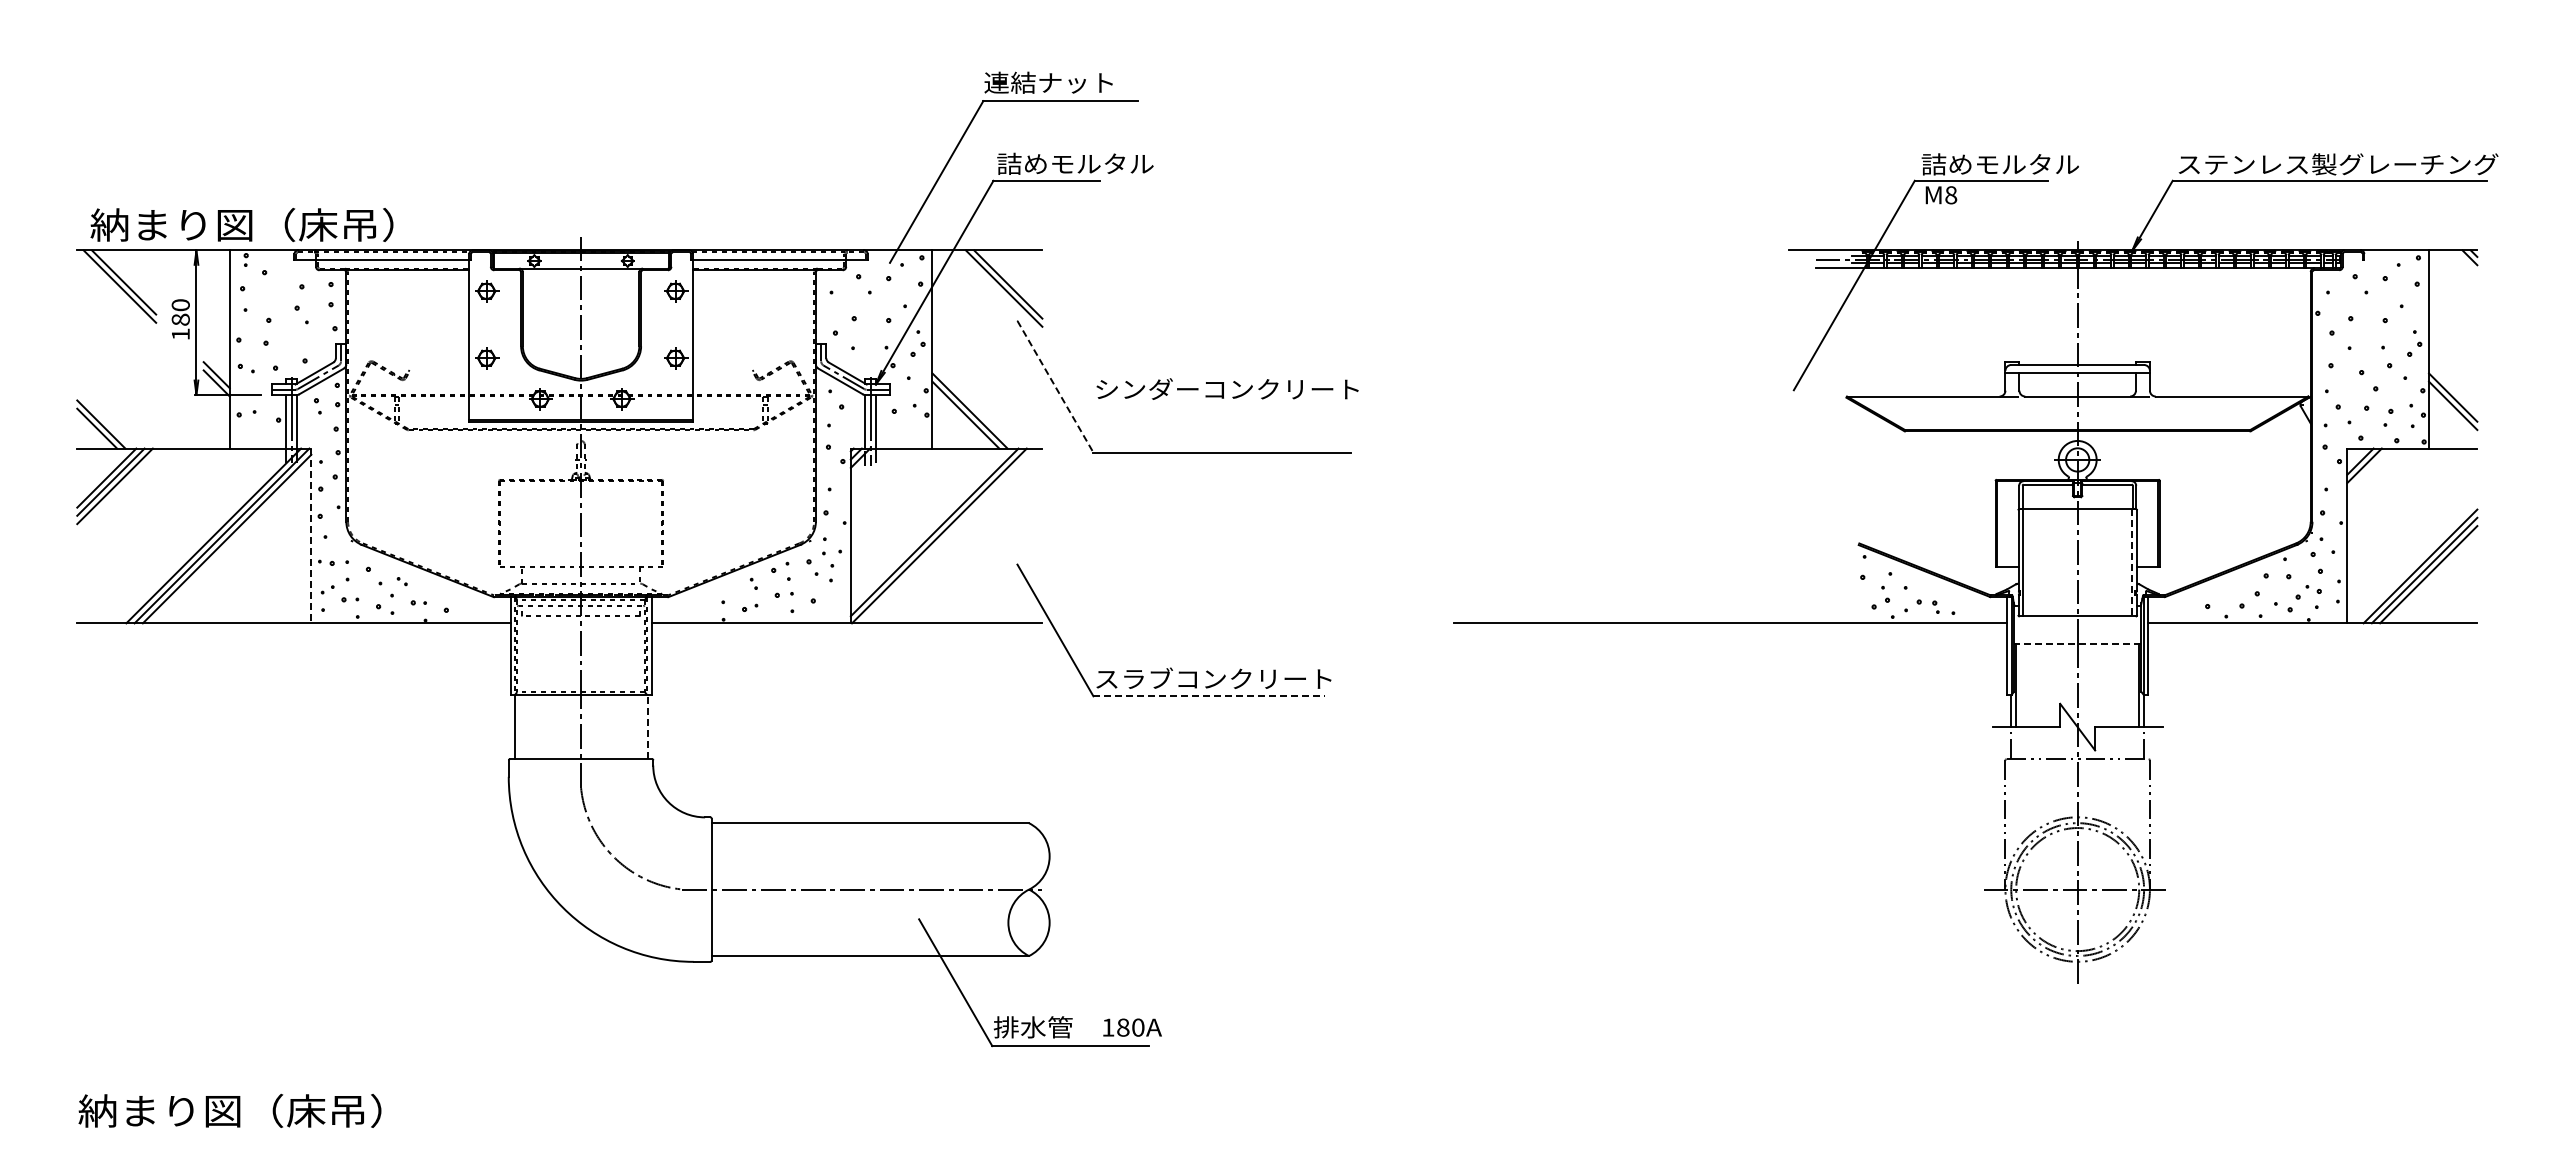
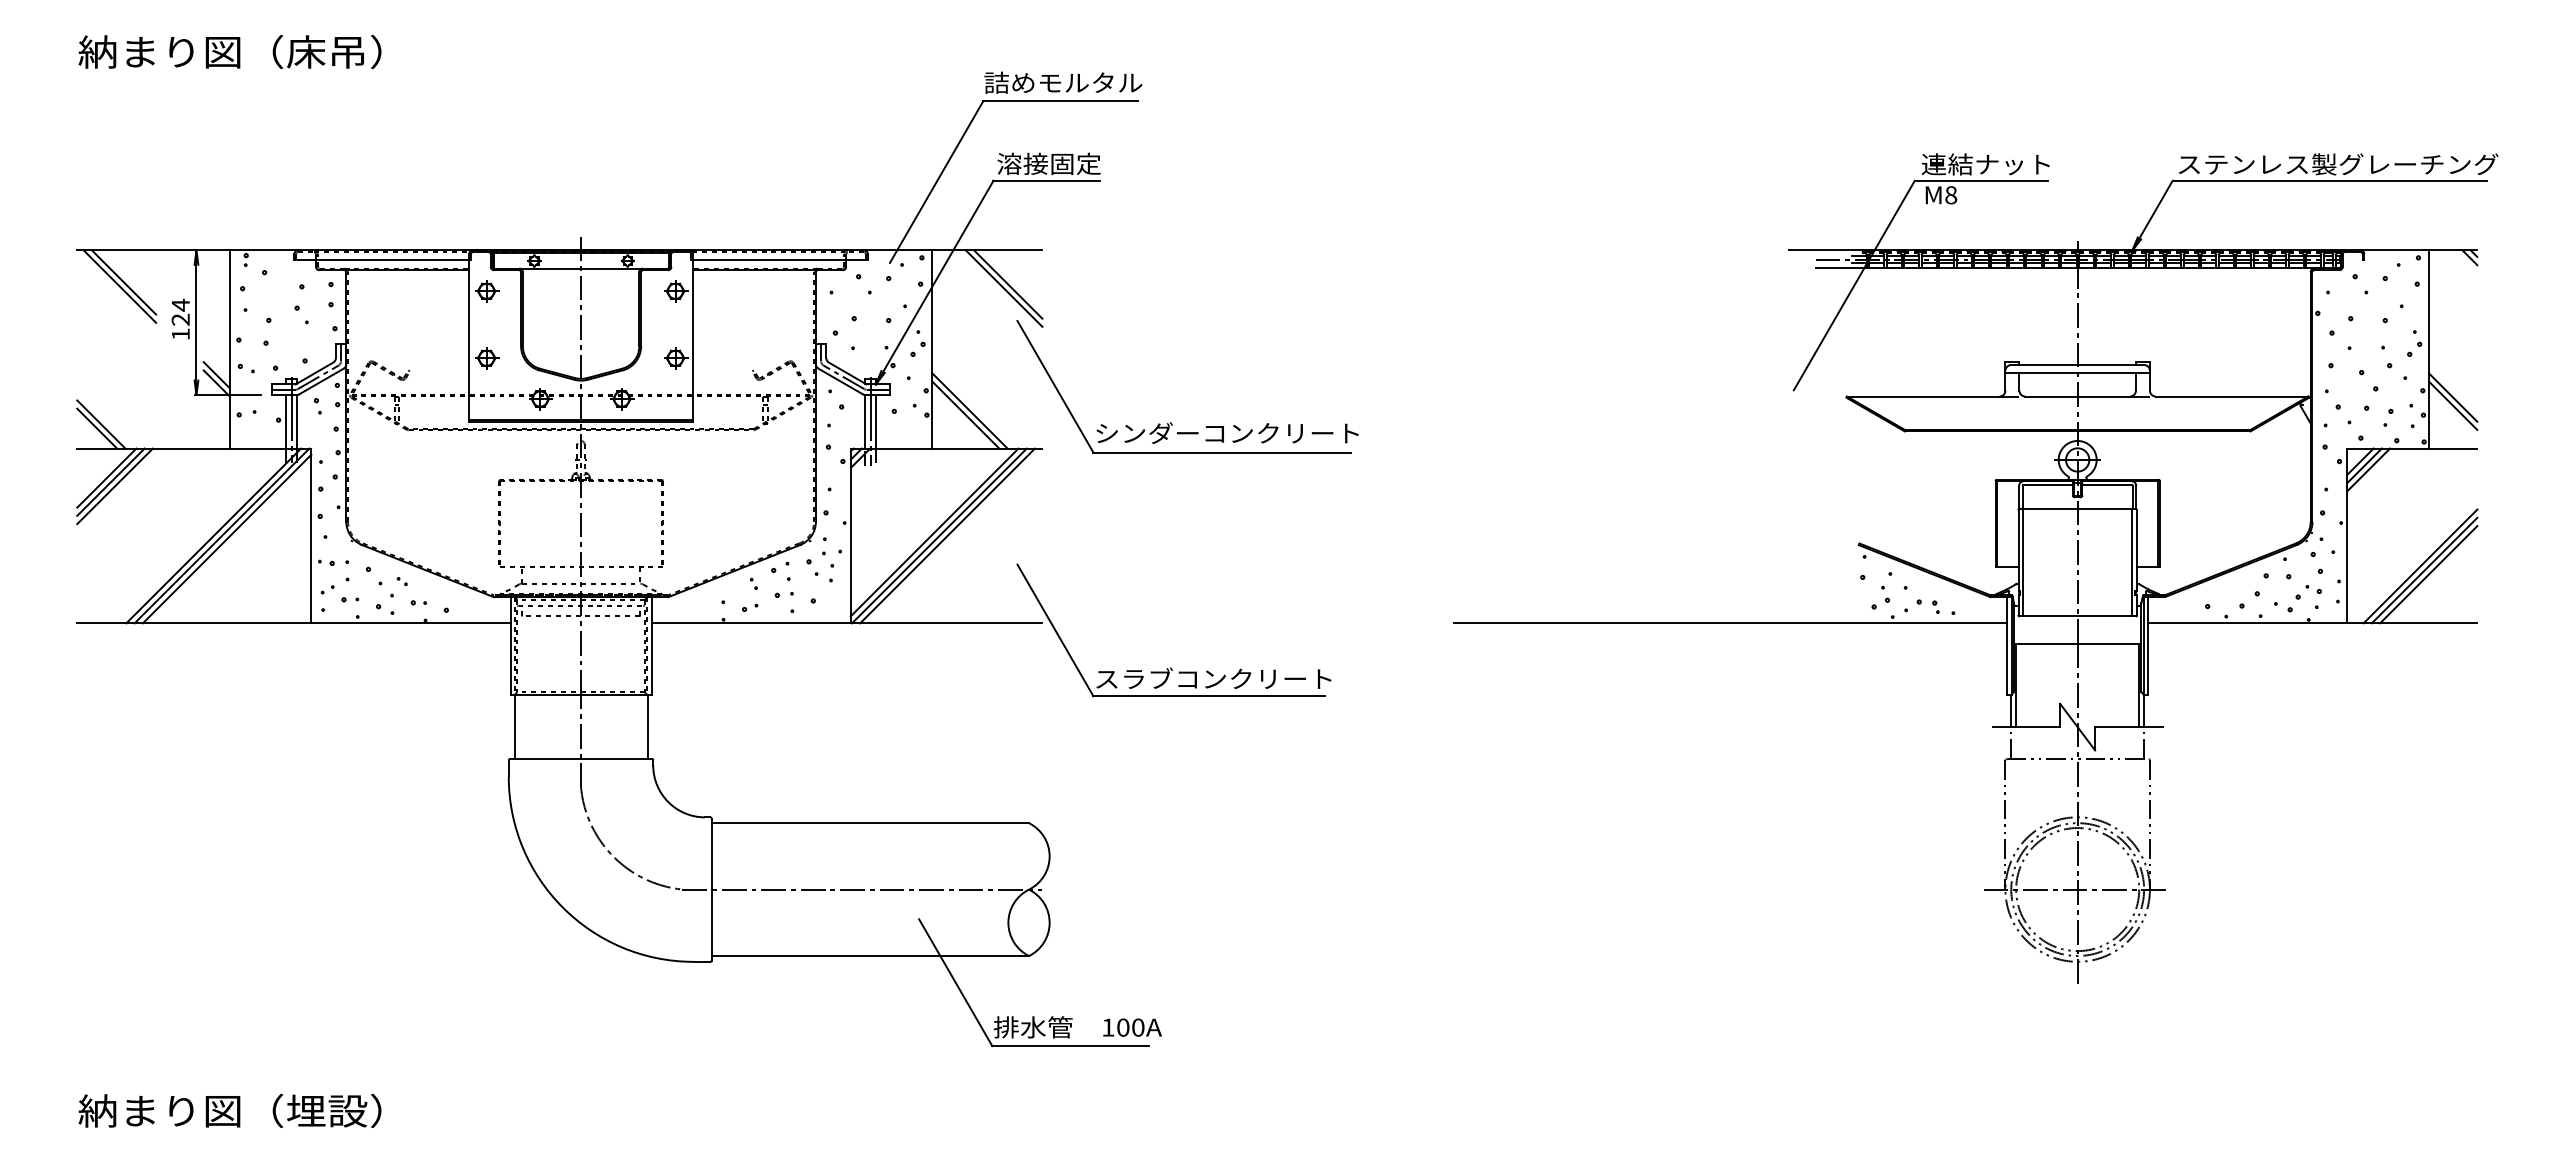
text at (1063, 82): 連結ナット -> 詰めモルタル
text at (1075, 163): 詰めモルタル -> 溶接固定
text at (1999, 164): 詰めモルタル -> 連結ナット
text at (241, 224) position: (241, 224) -> (229, 51)
text at (180, 311): 180 -> 124
line at (1055, 387): dashed -> solid
text at (1227, 388) position: (1227, 388) -> (1227, 432)
line at (2368, 469): none -> present
line at (947, 535): none -> present
line at (311, 536): dashed -> solid
line at (2132, 562): dashed -> solid
line at (2077, 643): dashed -> solid
line at (1209, 696): dashed -> solid
line at (647, 726): dashed -> solid
text at (1123, 1027): 180A -> 100A
text at (327, 1110): 納まり図（床吊） -> 納まり図（埋設）
